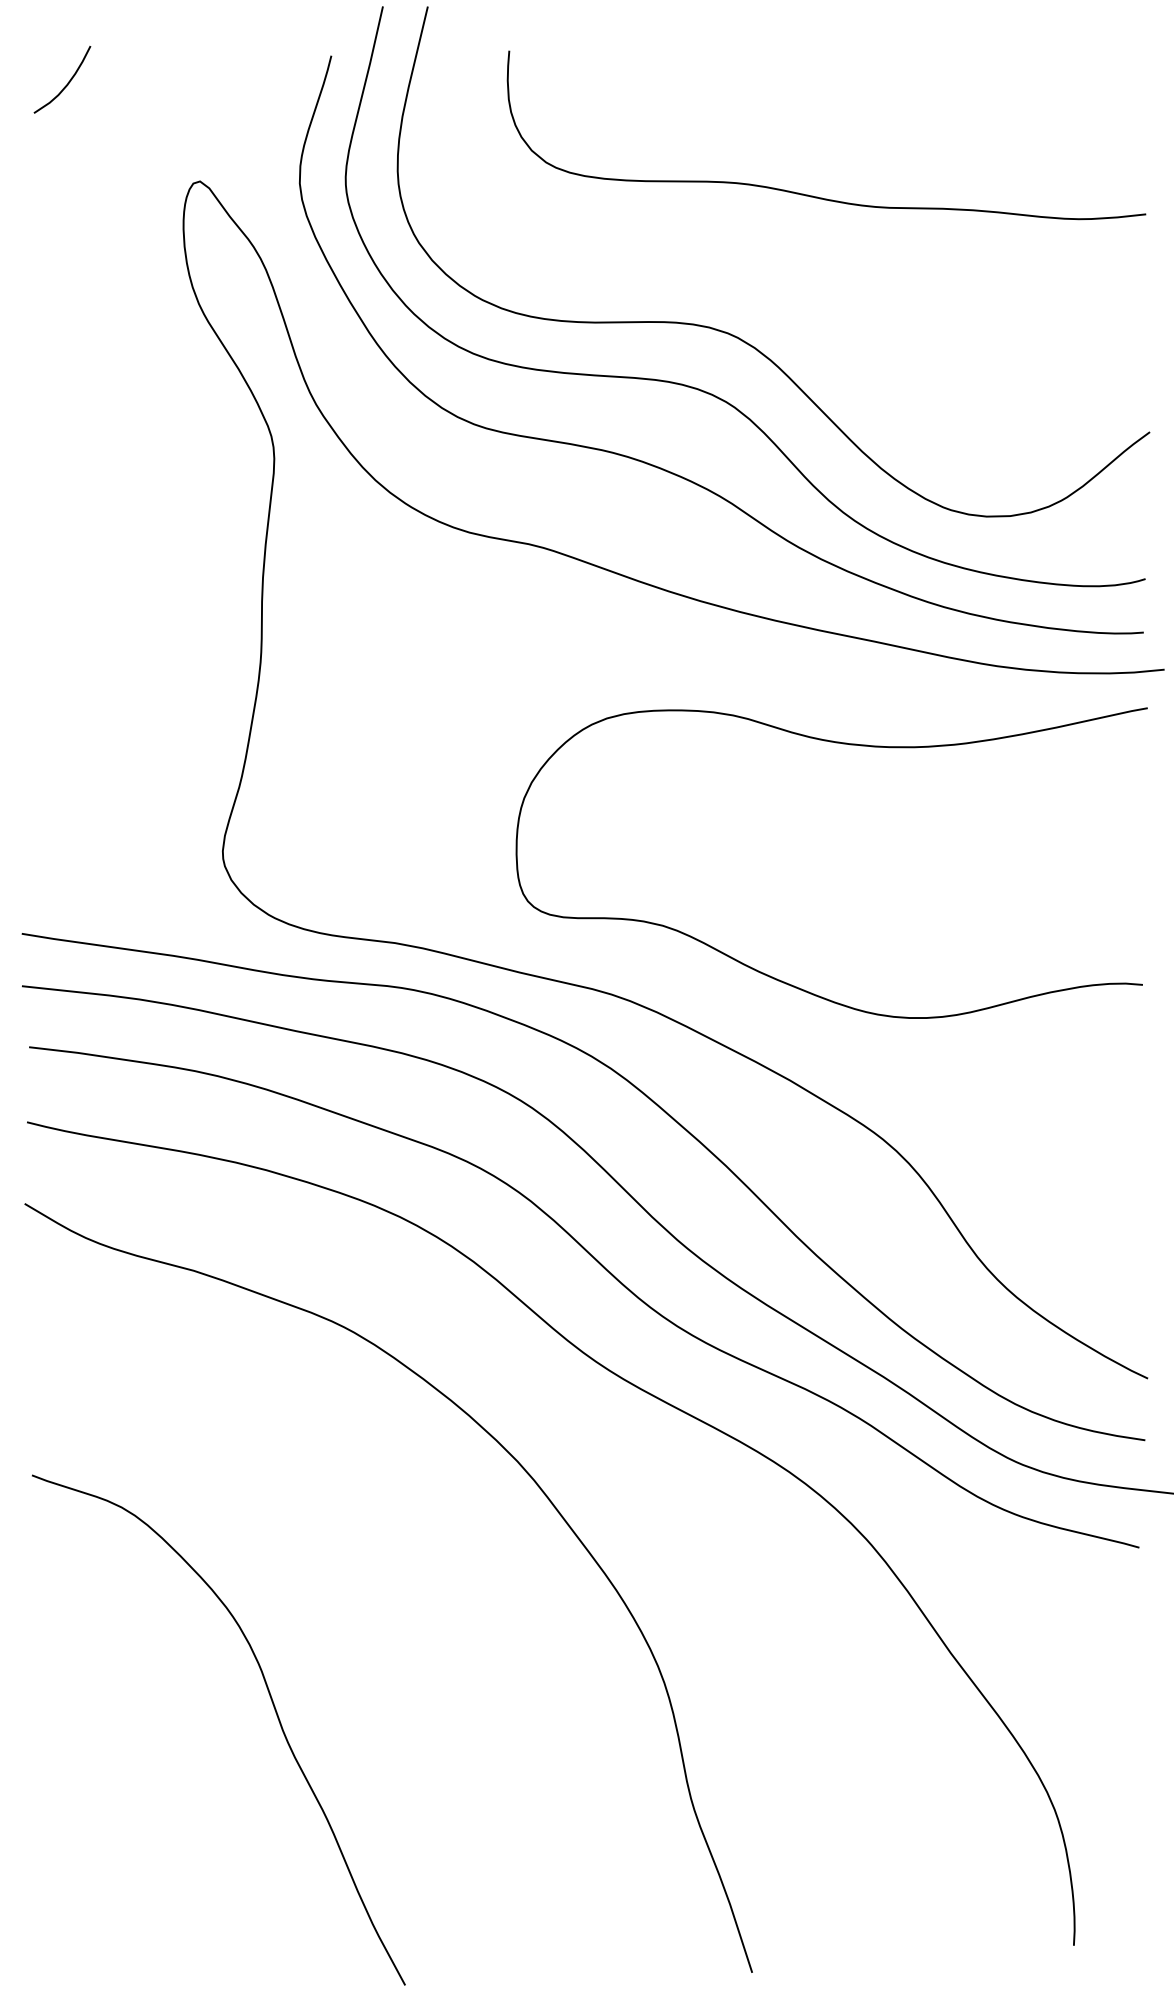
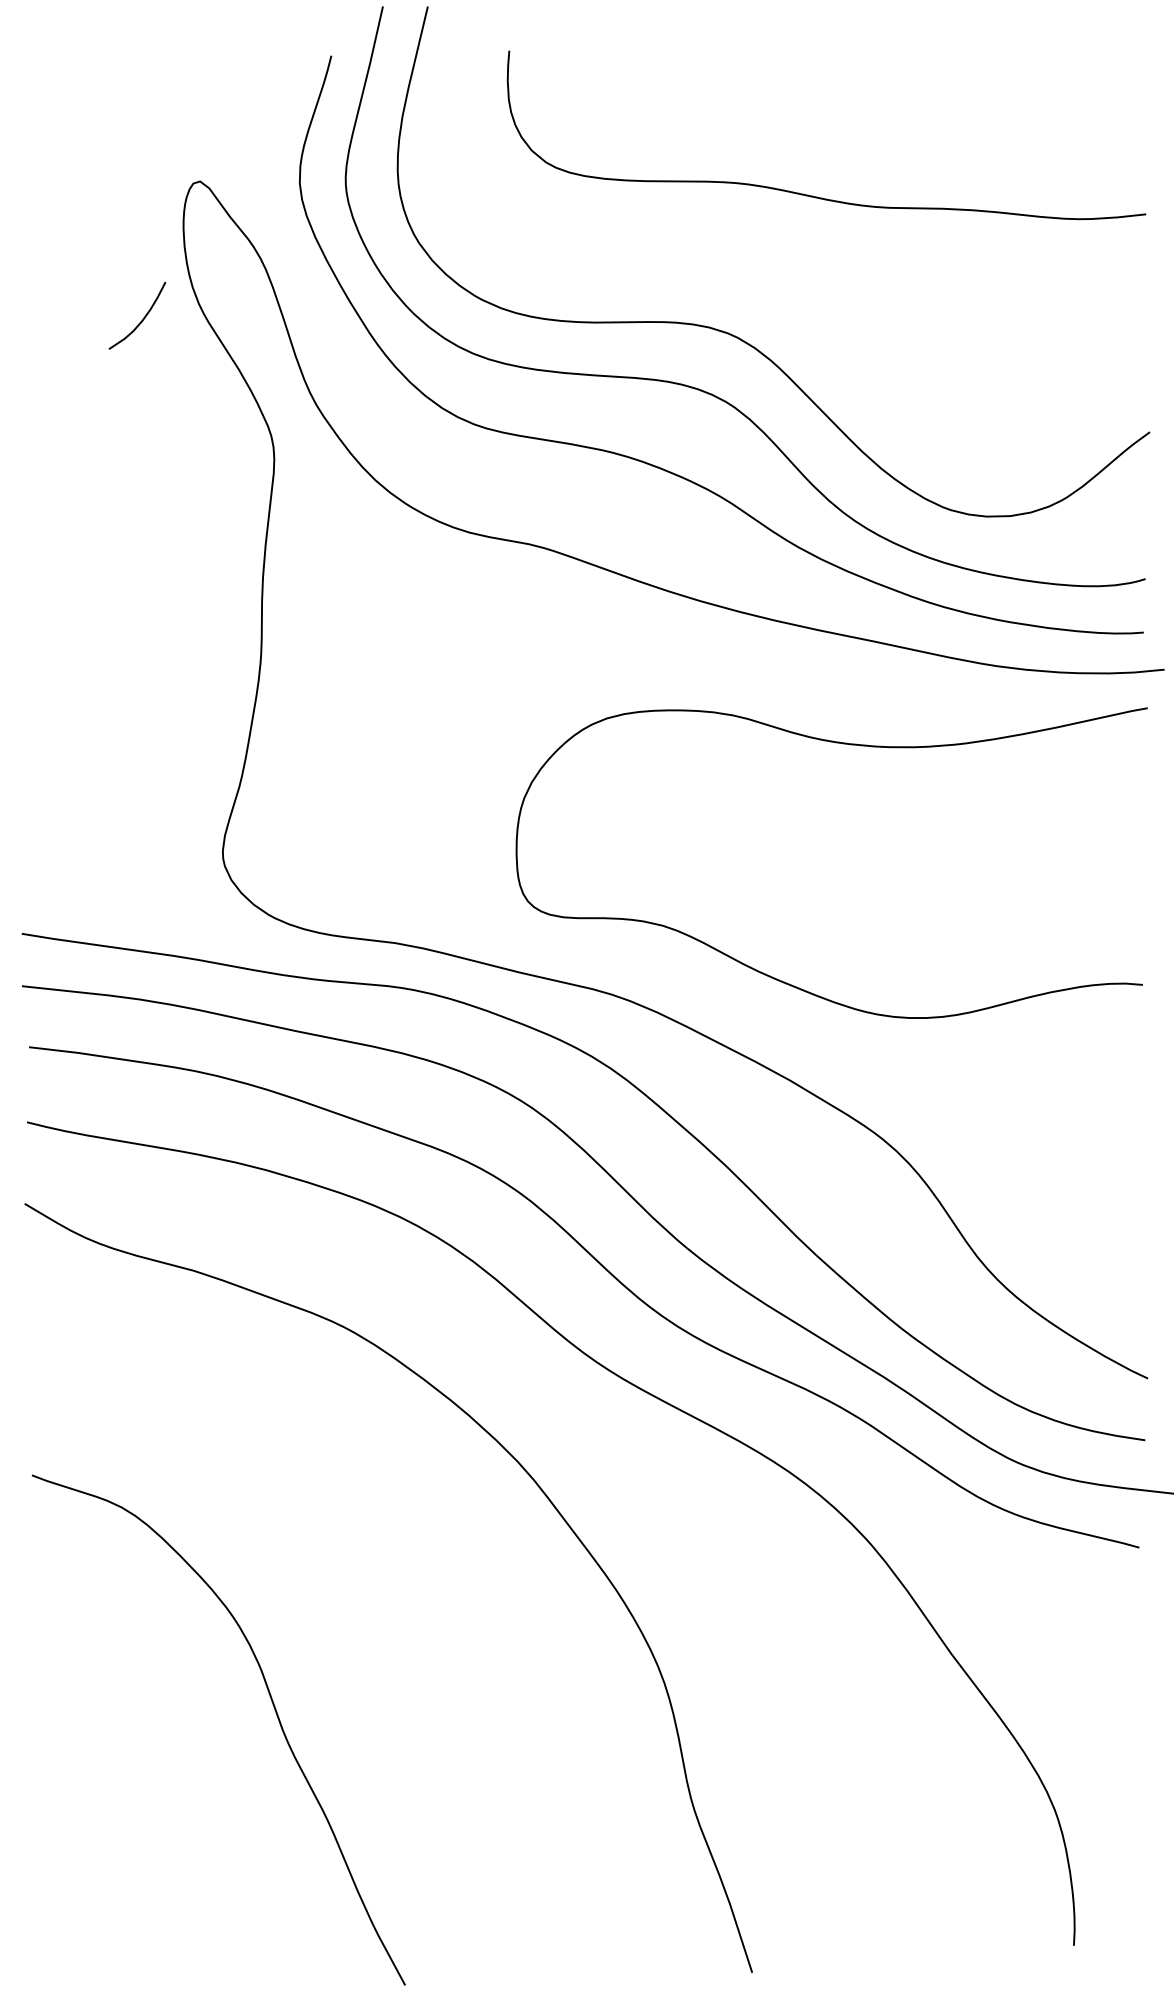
curve at (67, 82) position: (67, 82) -> (142, 318)
